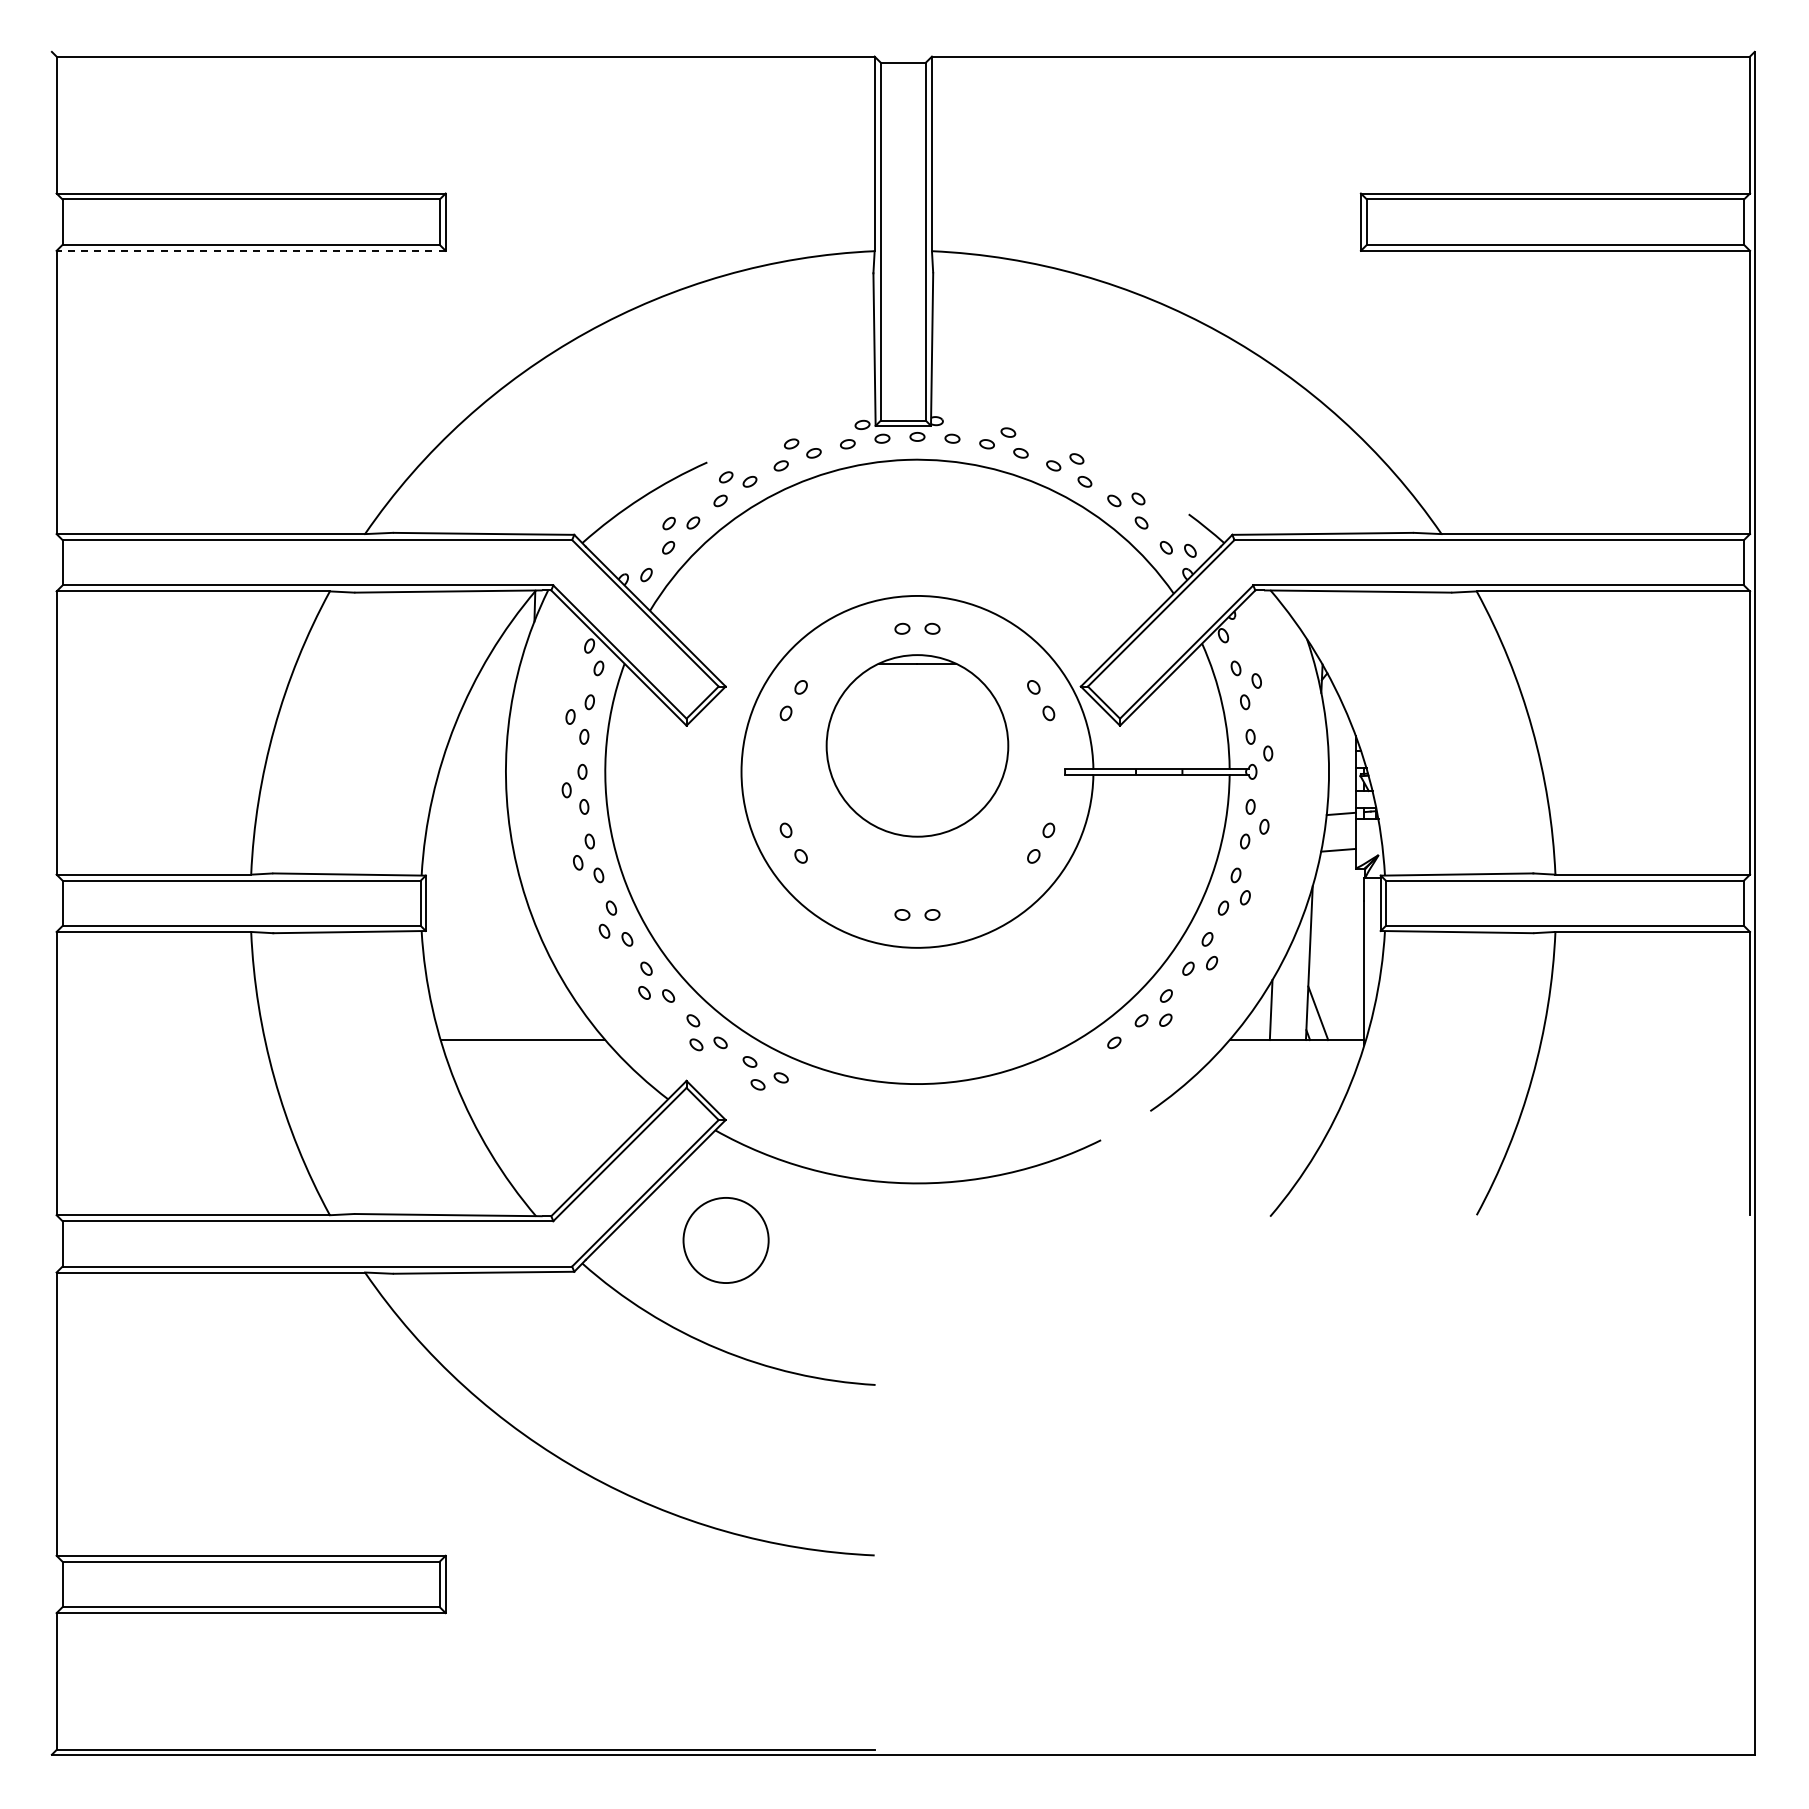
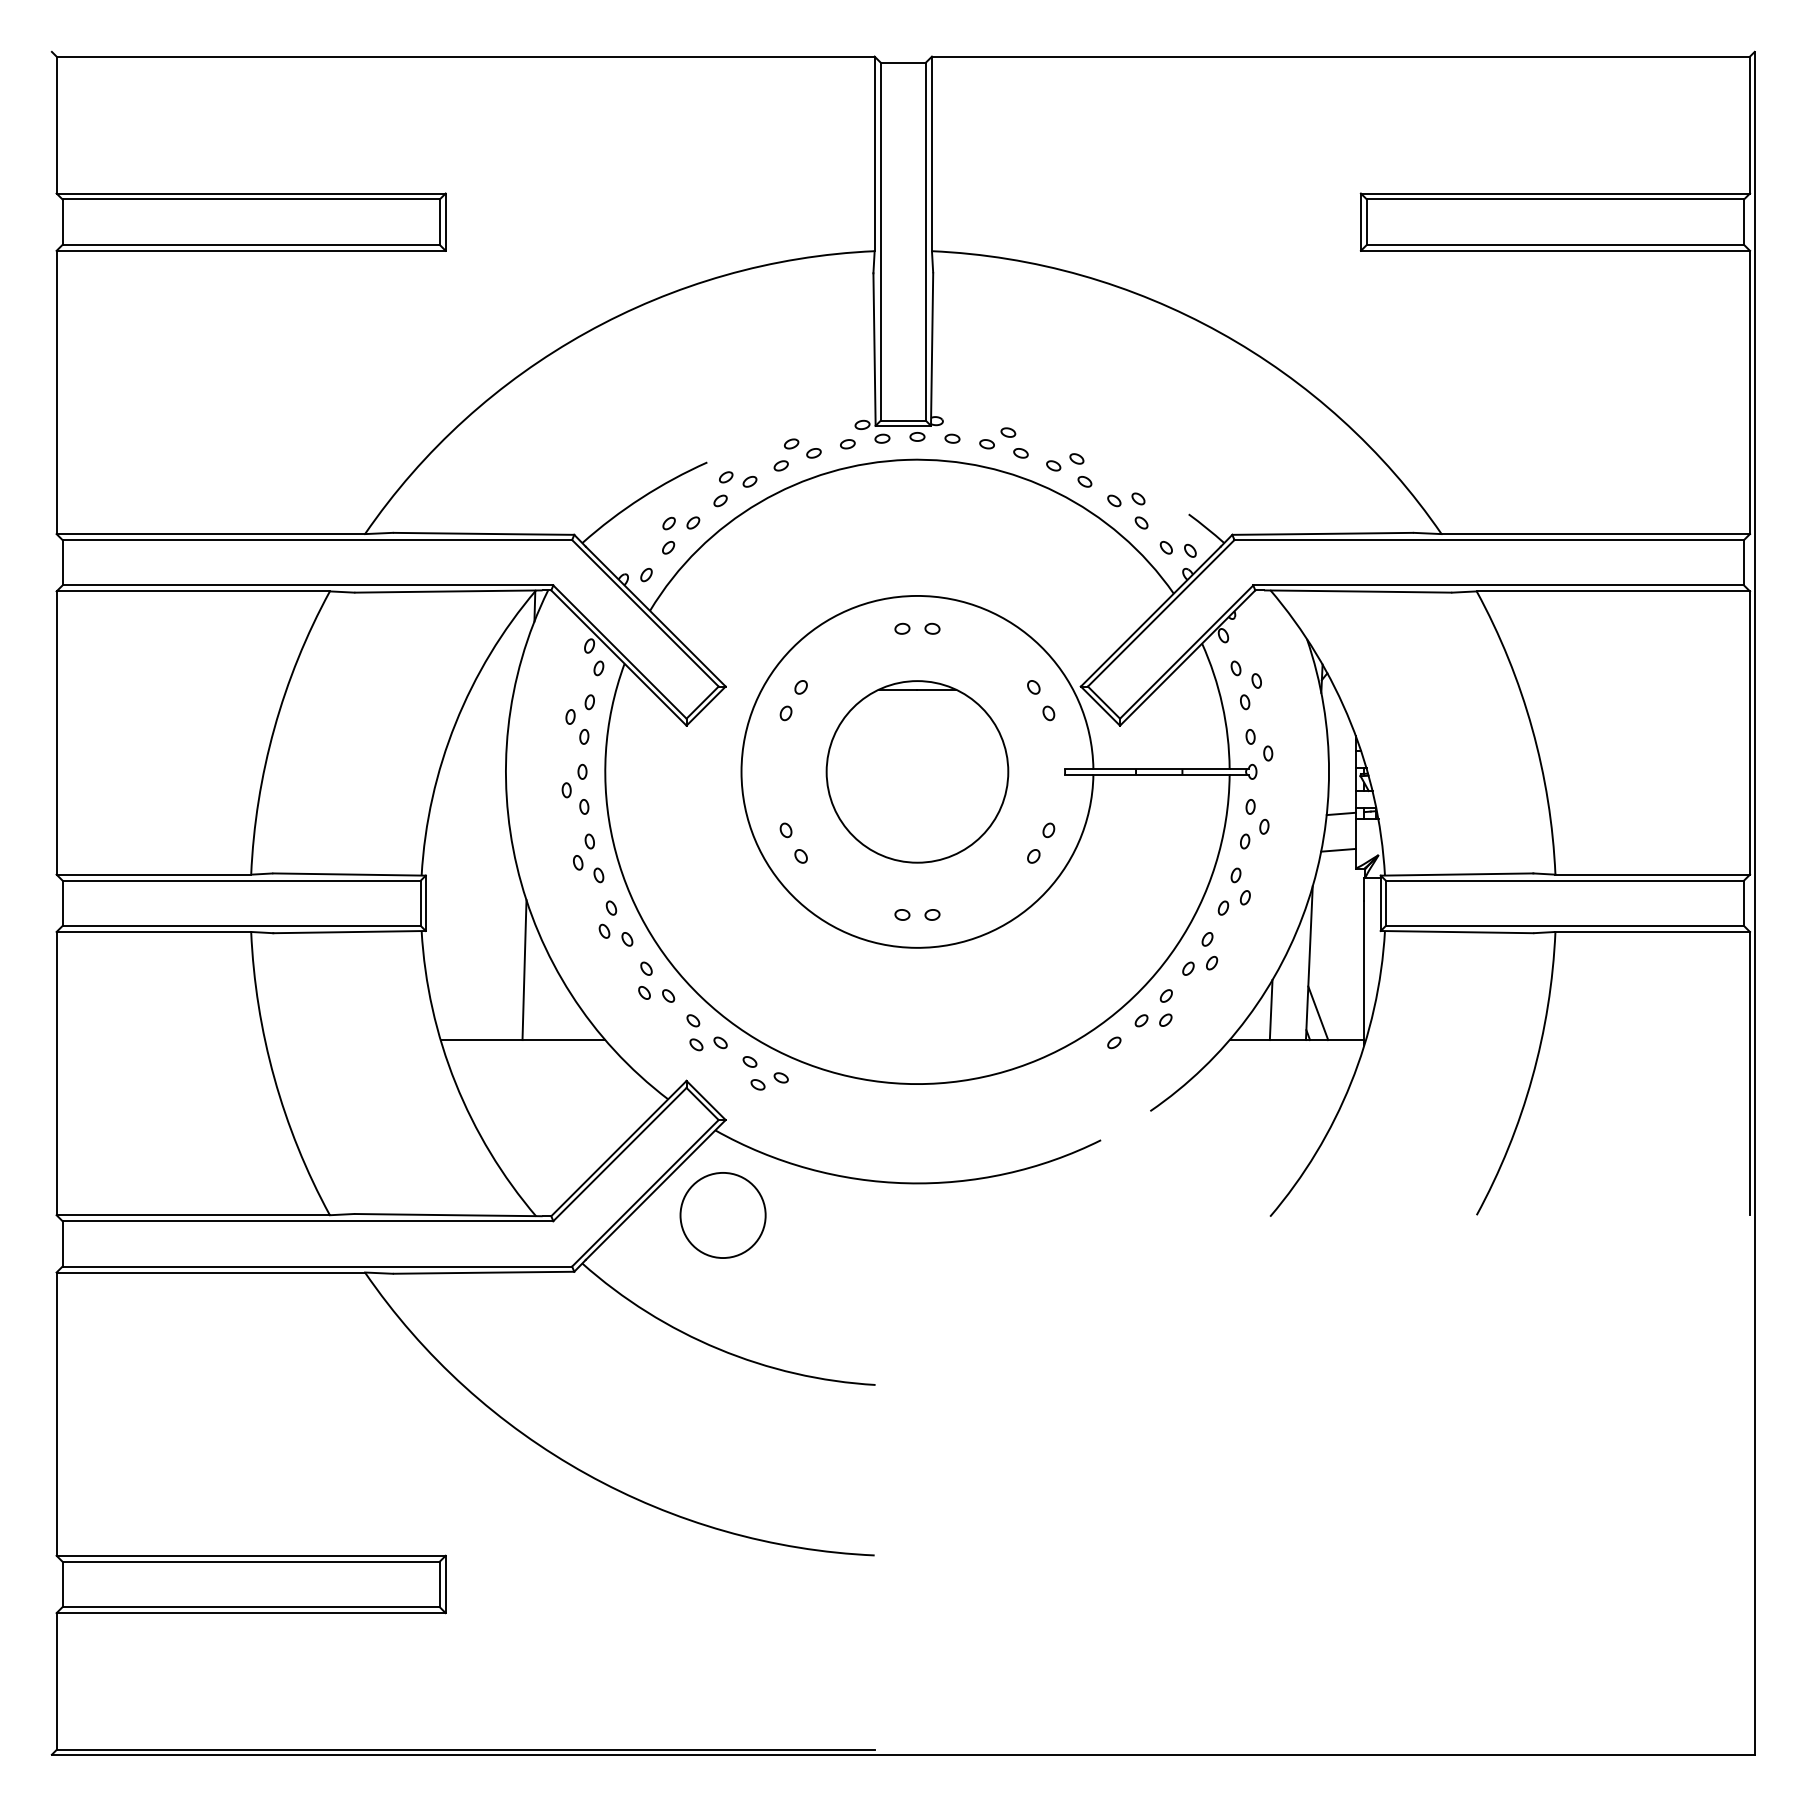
line at (251, 250): dashed -> solid
part at (917, 745) position: (917, 745) -> (917, 771)
line at (524, 970): none -> present
circle at (725, 1240) position: (725, 1240) -> (722, 1215)
